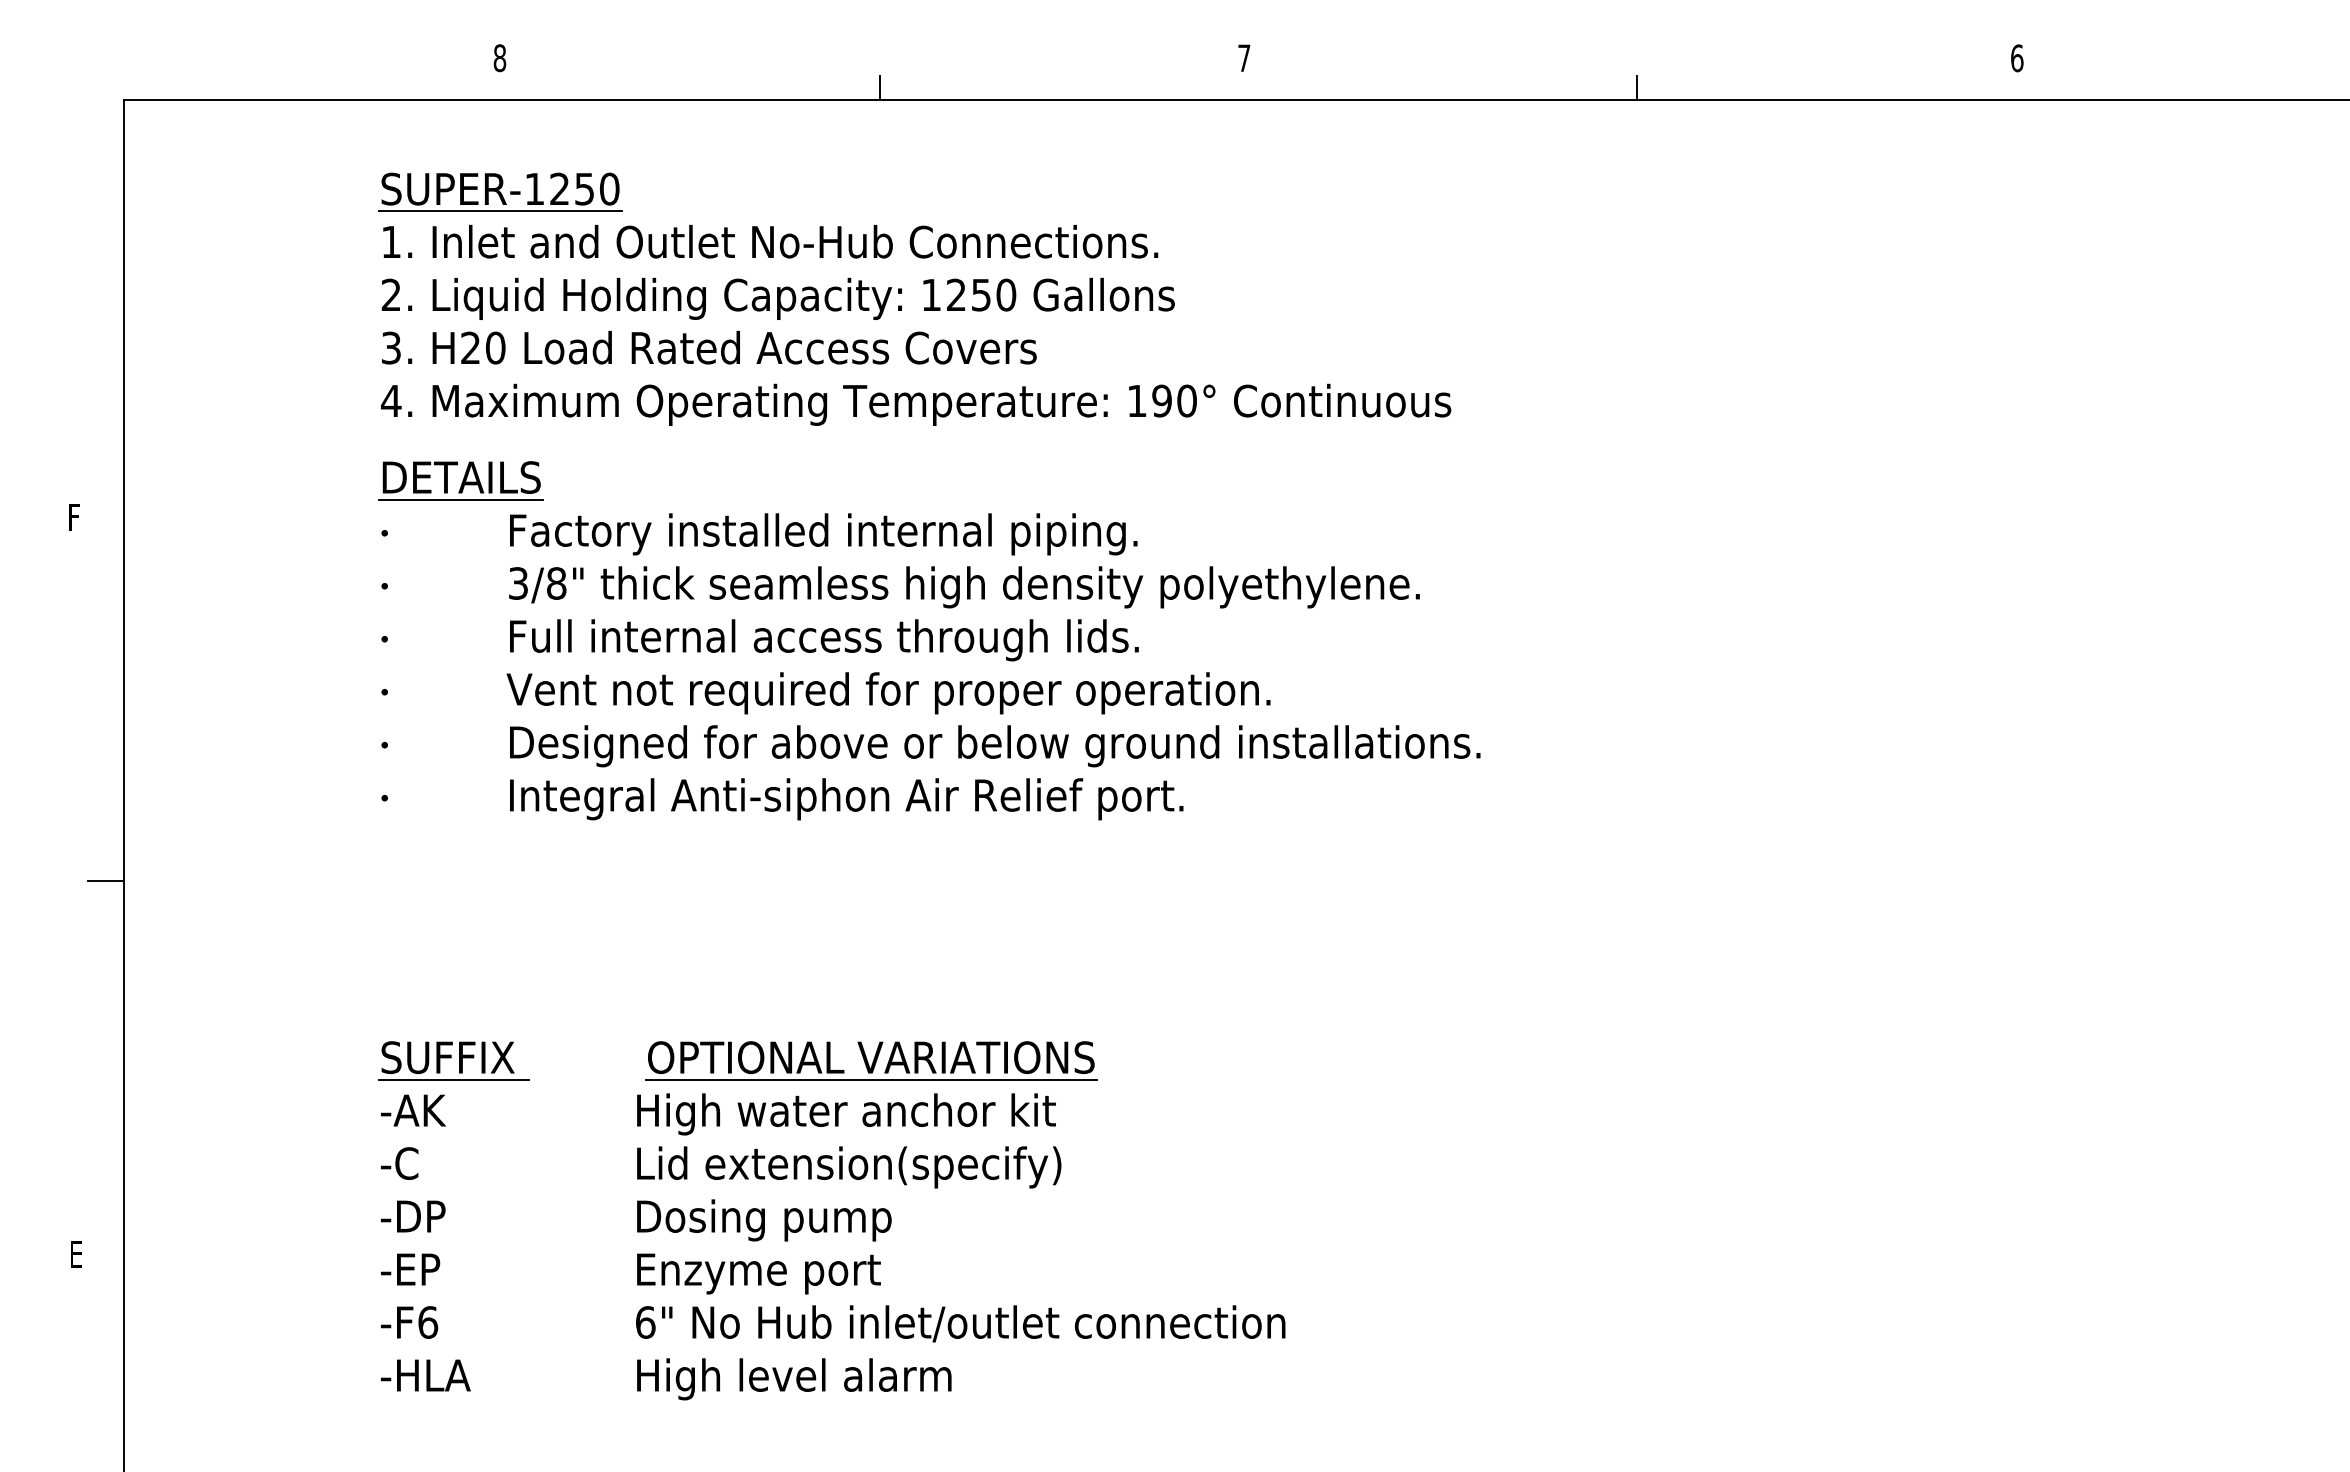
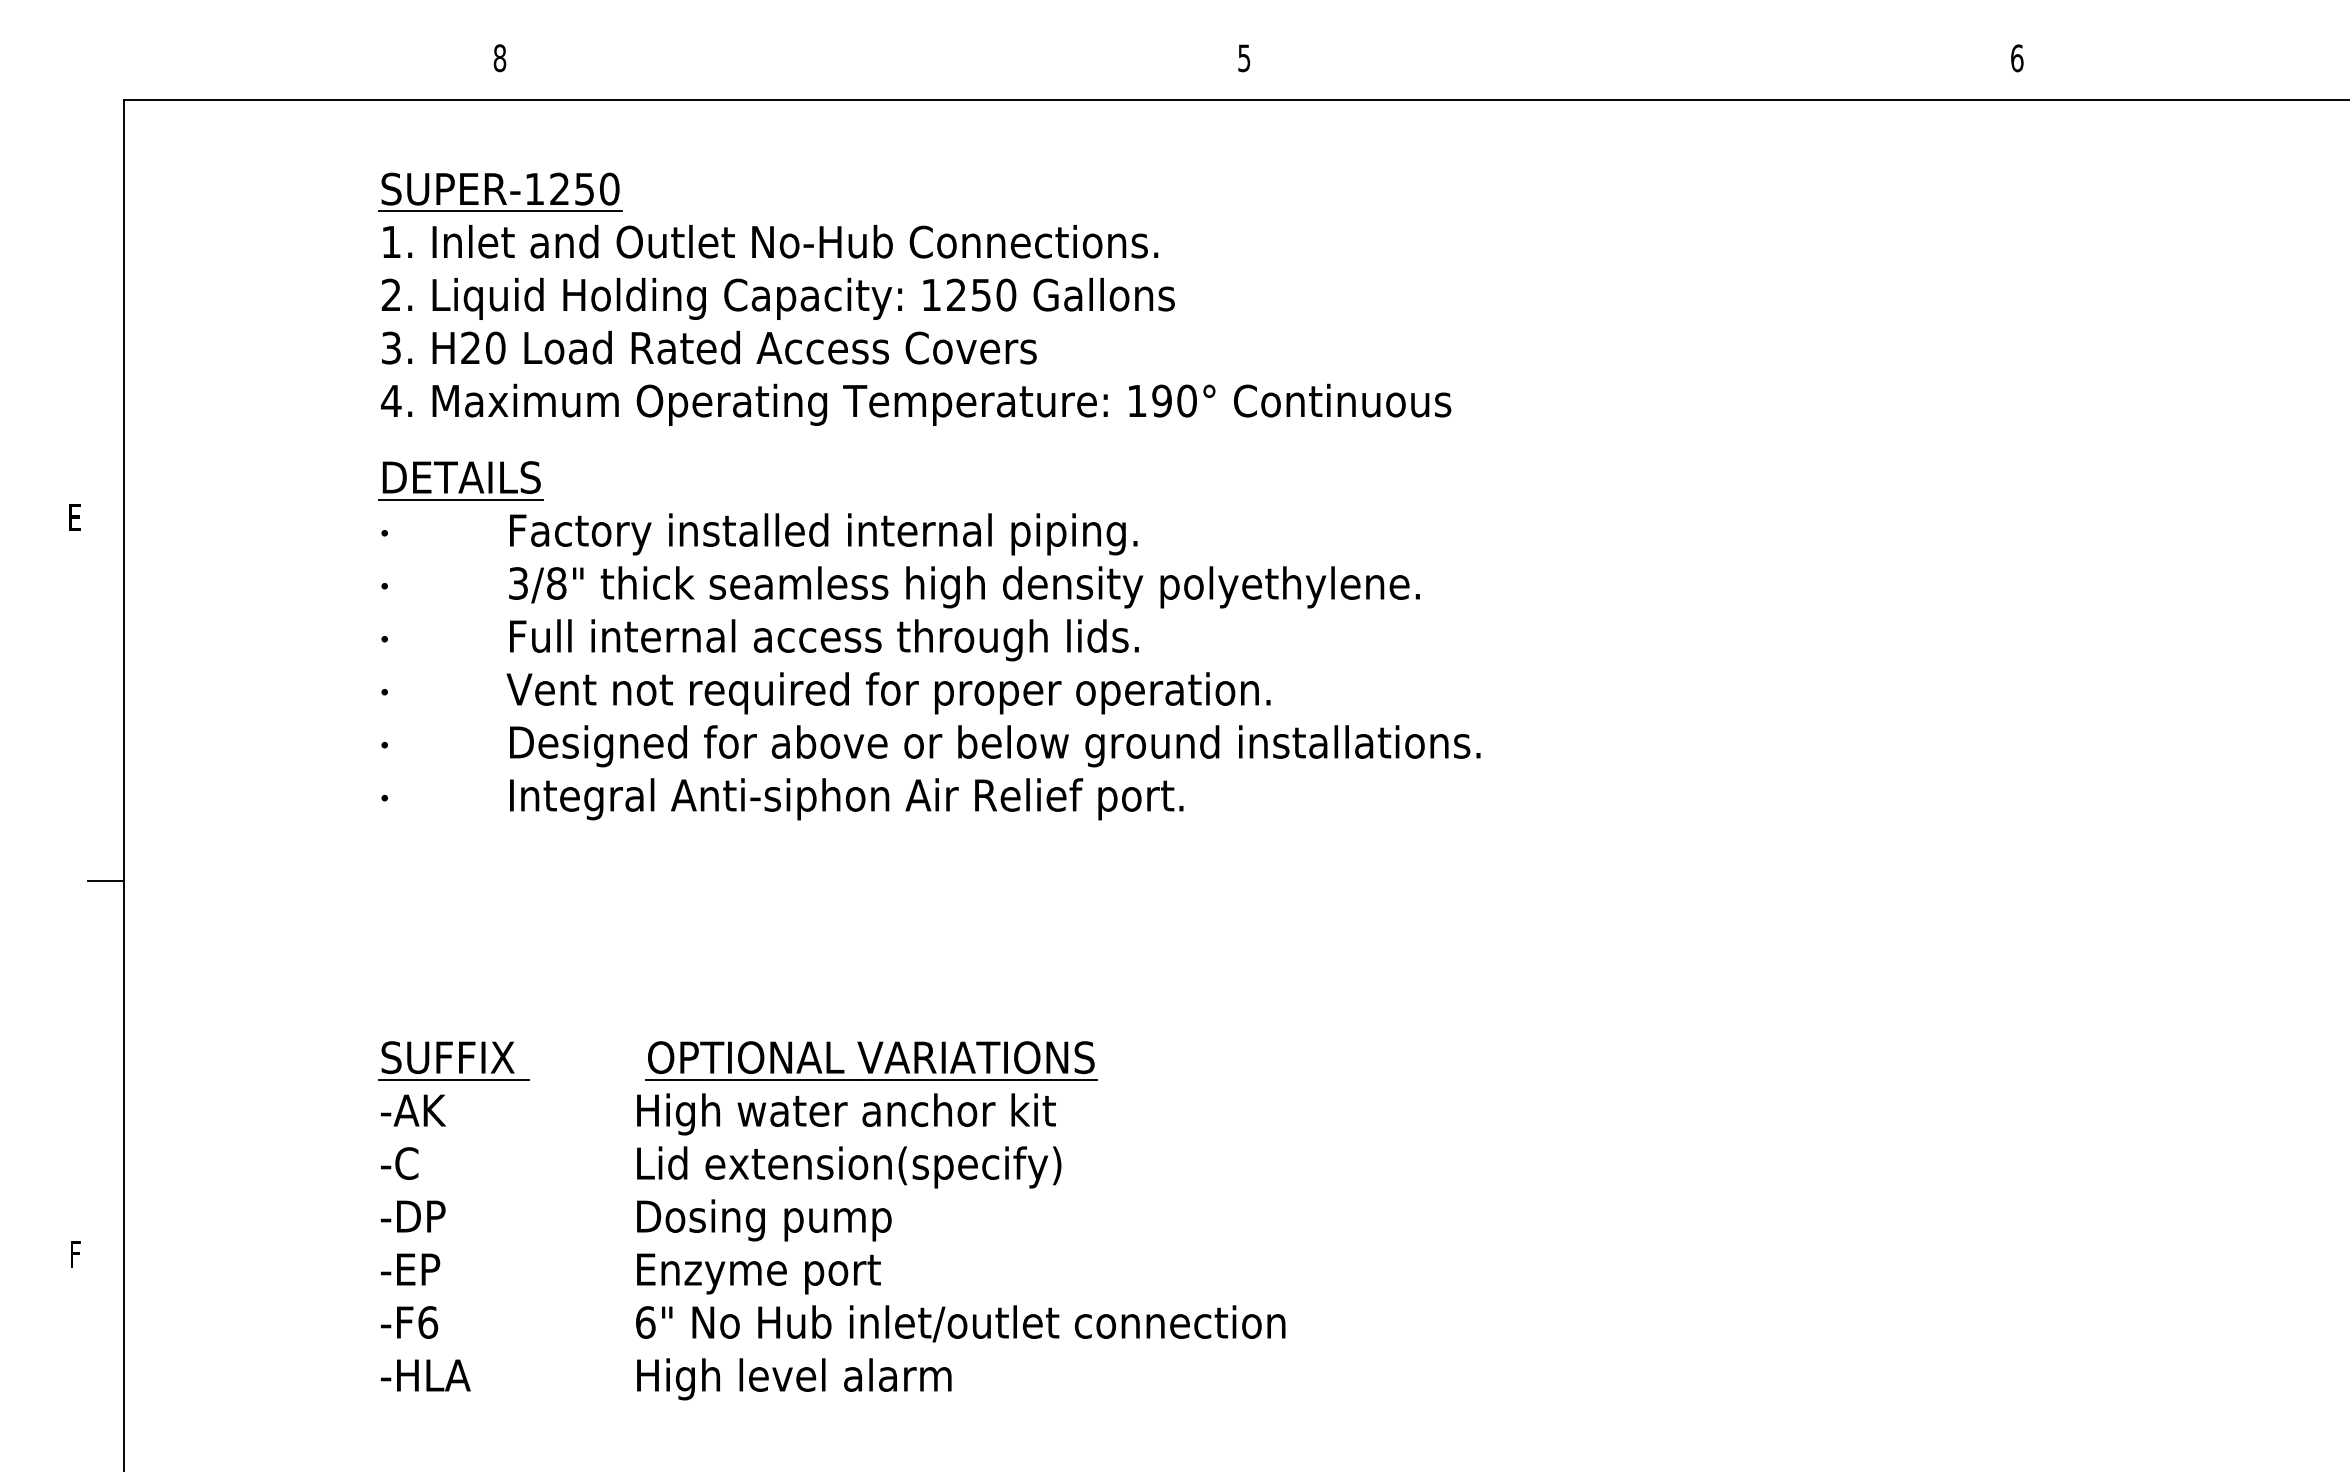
text at (1244, 58): 7 -> 5
line at (880, 87): present -> none
line at (1636, 87): present -> none
text at (76, 517): F -> E
text at (77, 1254): E -> F
